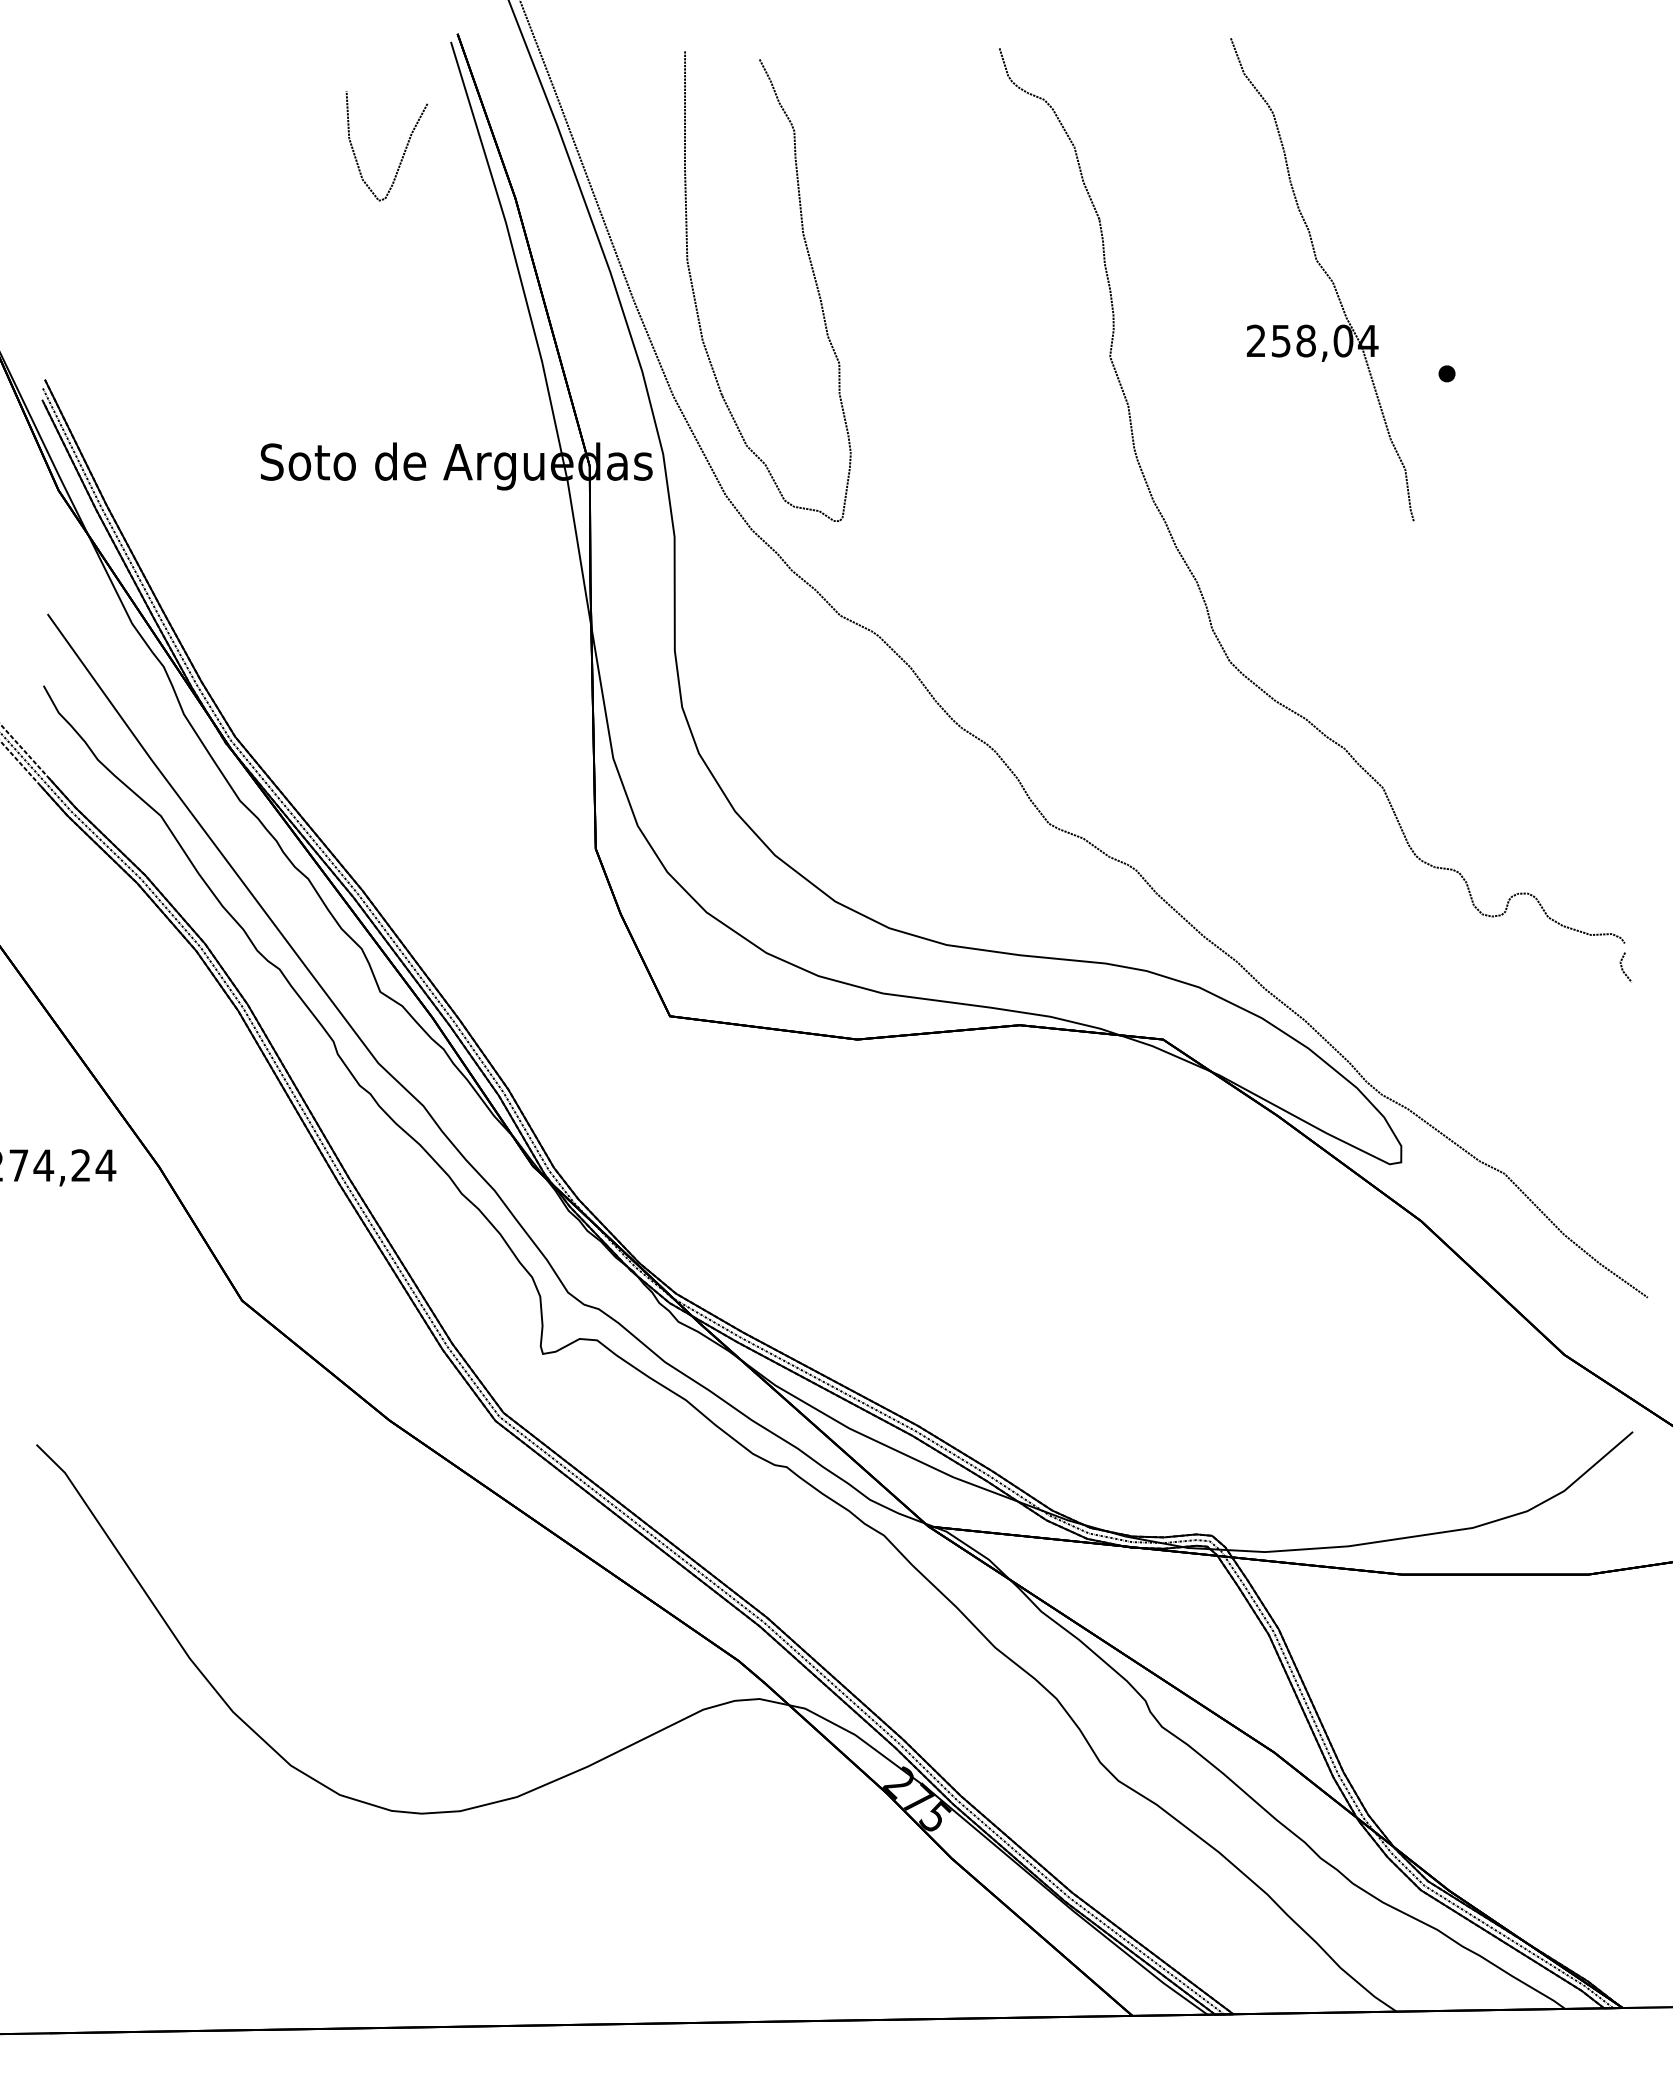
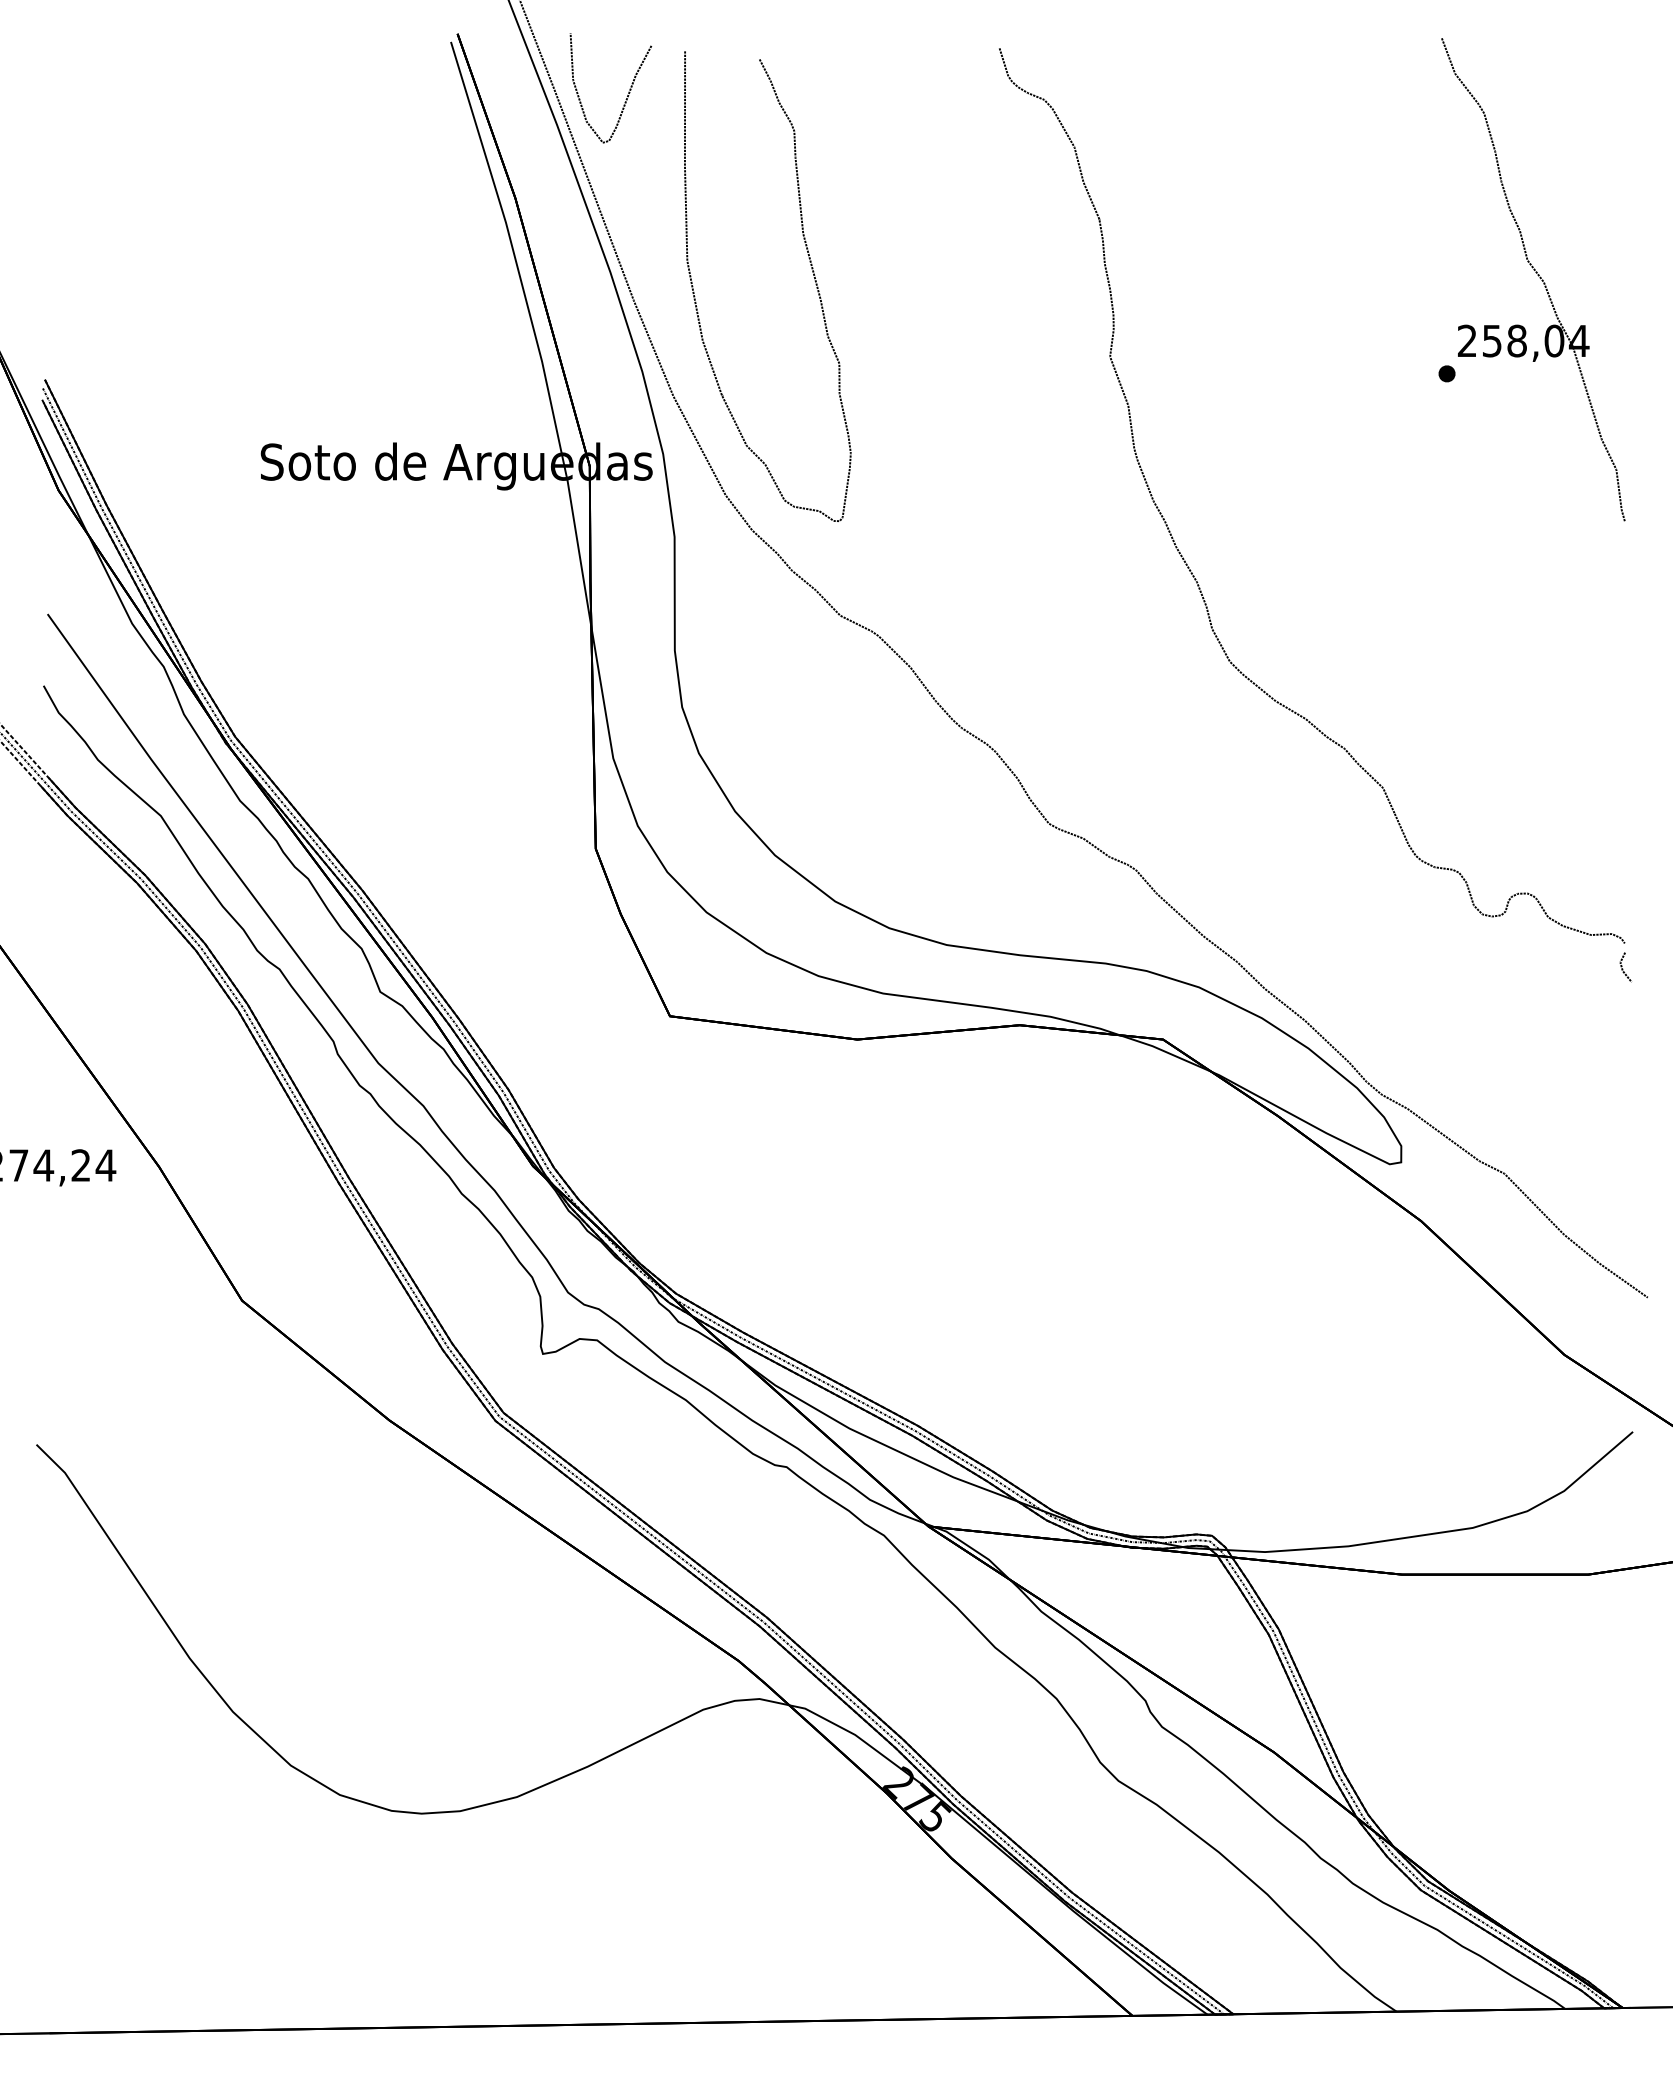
curve at (403, 152) position: (403, 152) -> (627, 94)
part at (1322, 279) position: (1322, 279) -> (1533, 279)
